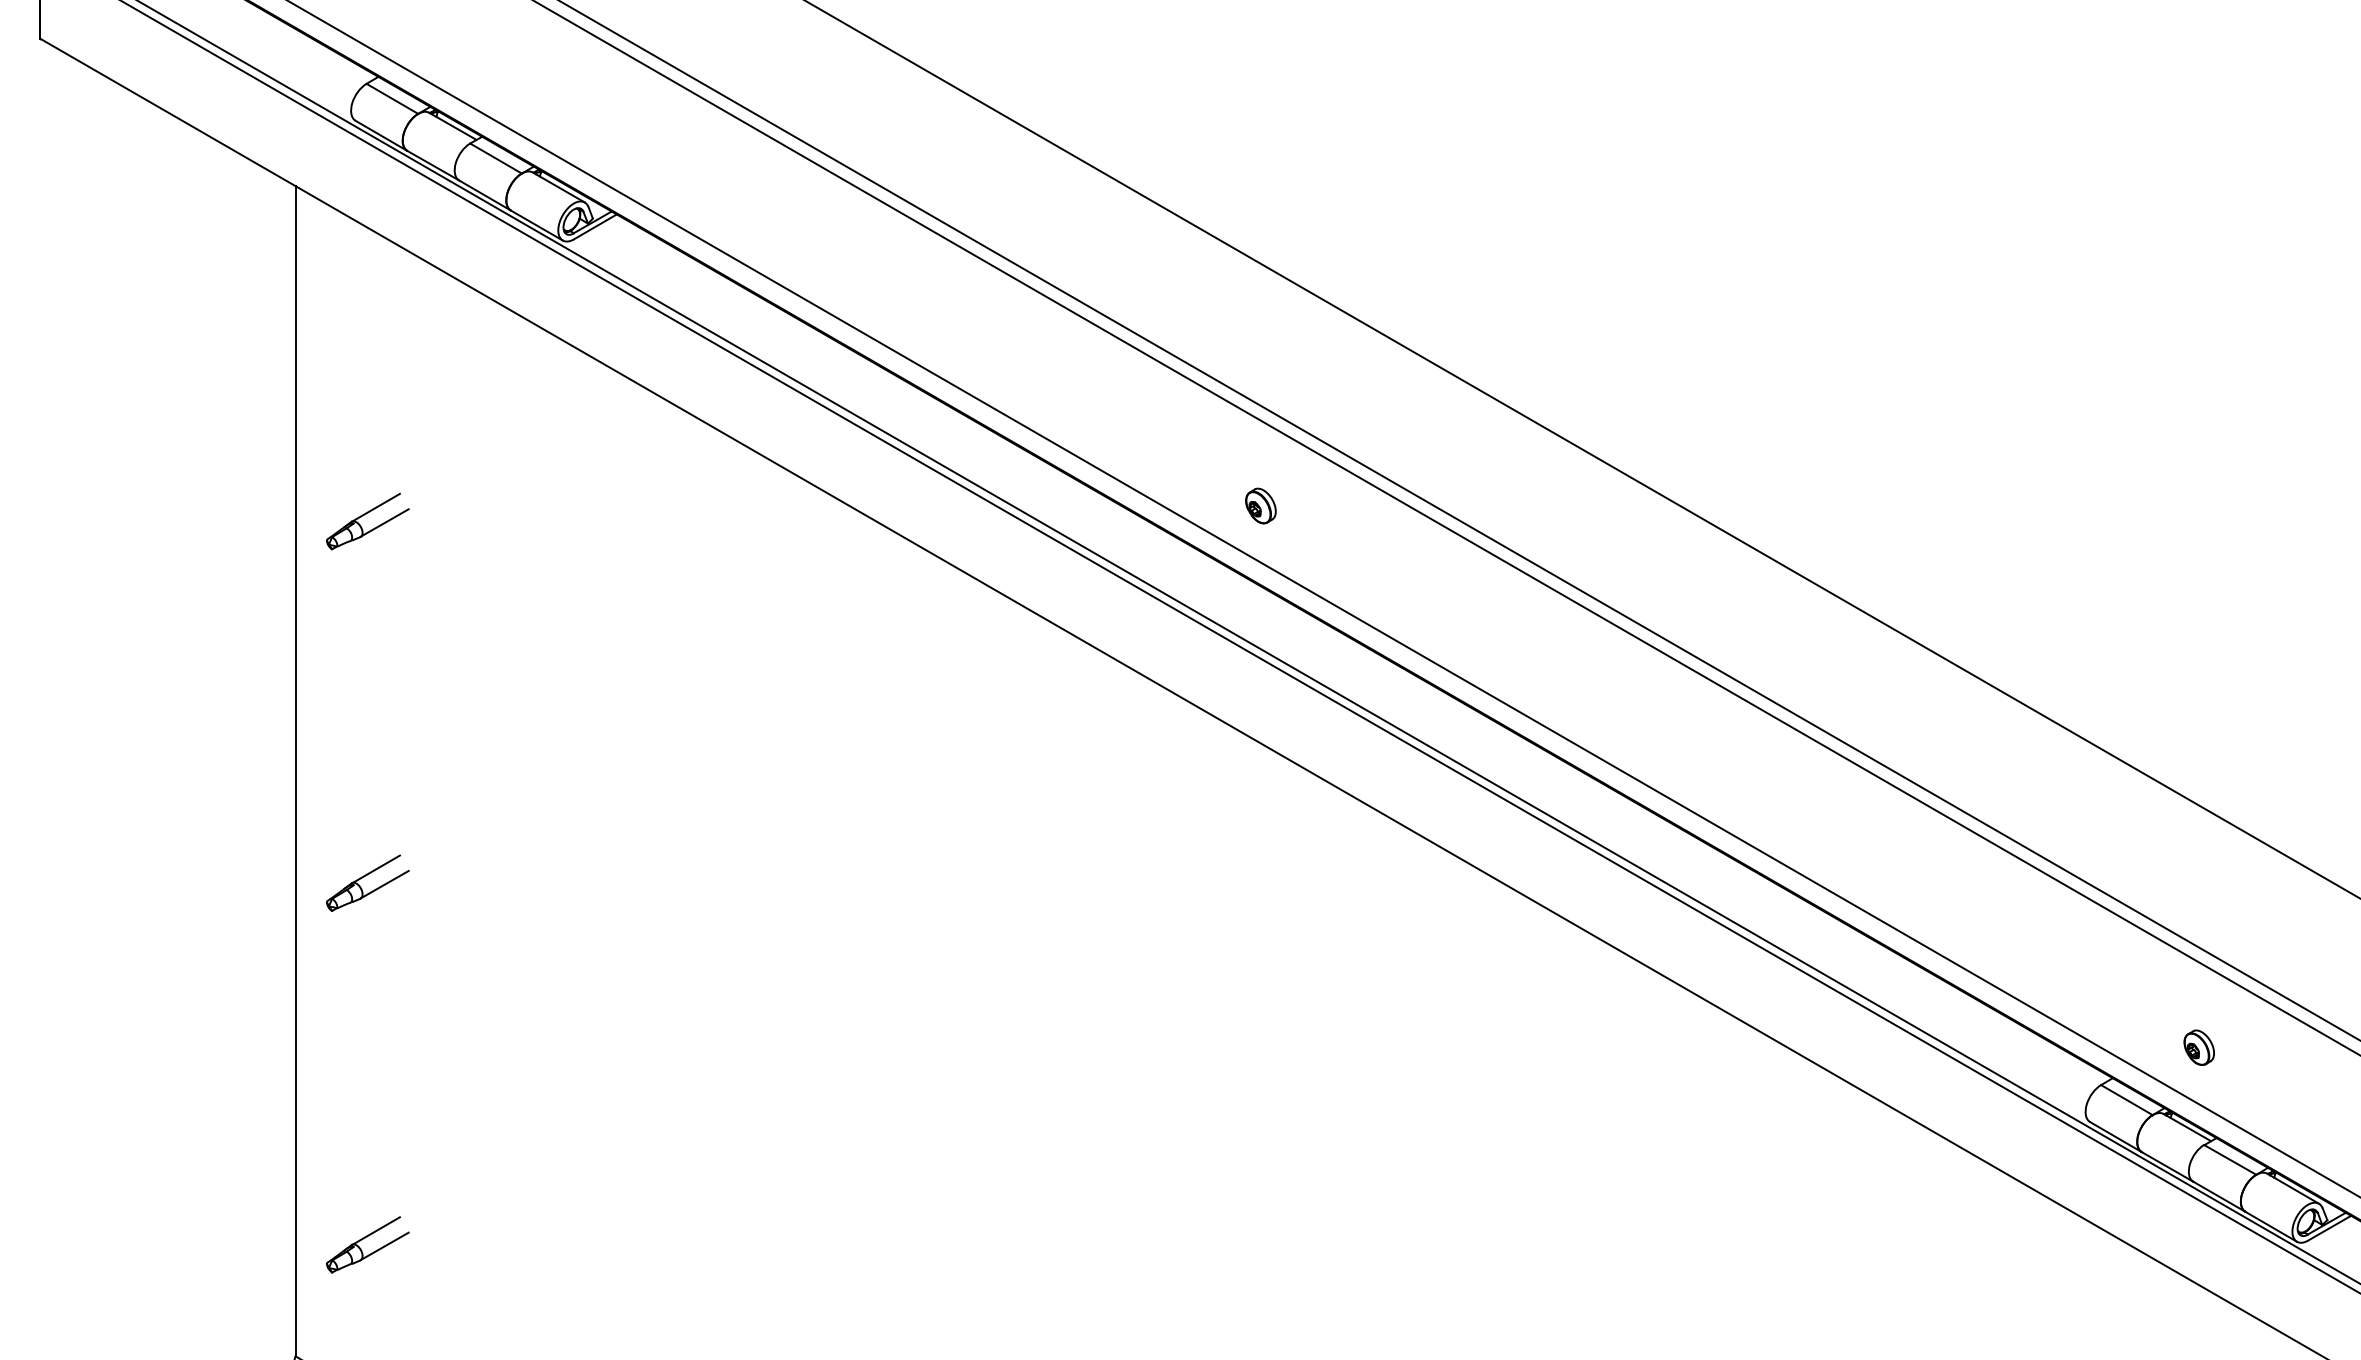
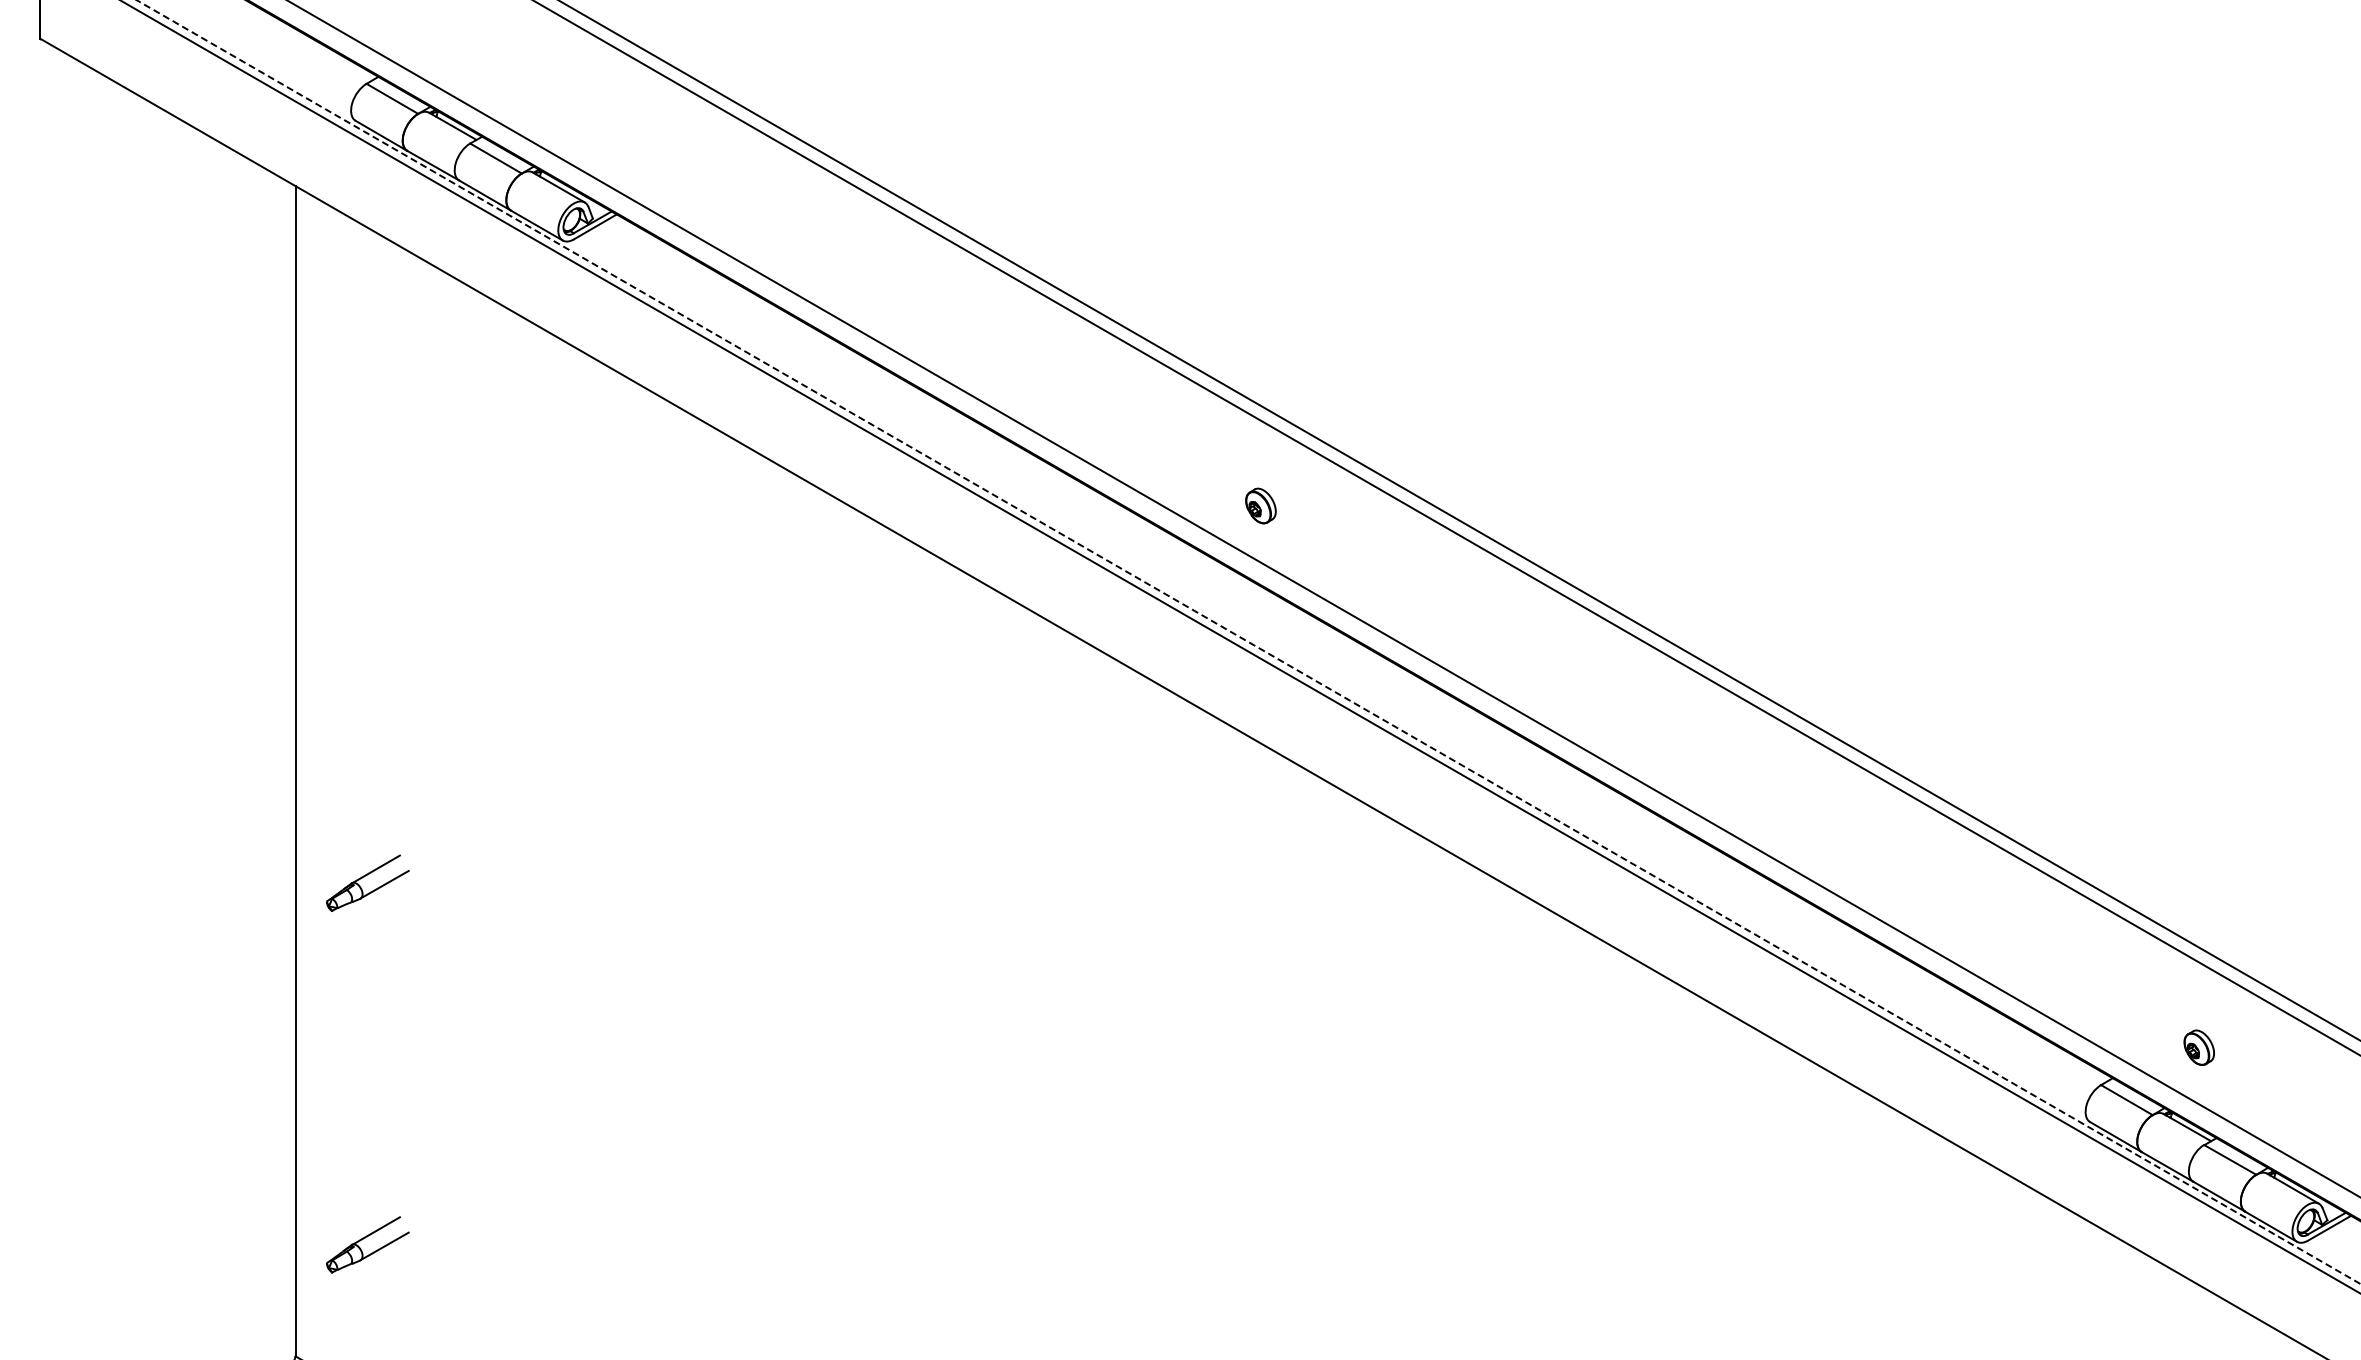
line at (1582, 449): present -> none
part at (363, 516): present -> none
line at (1248, 642): solid -> dashed
